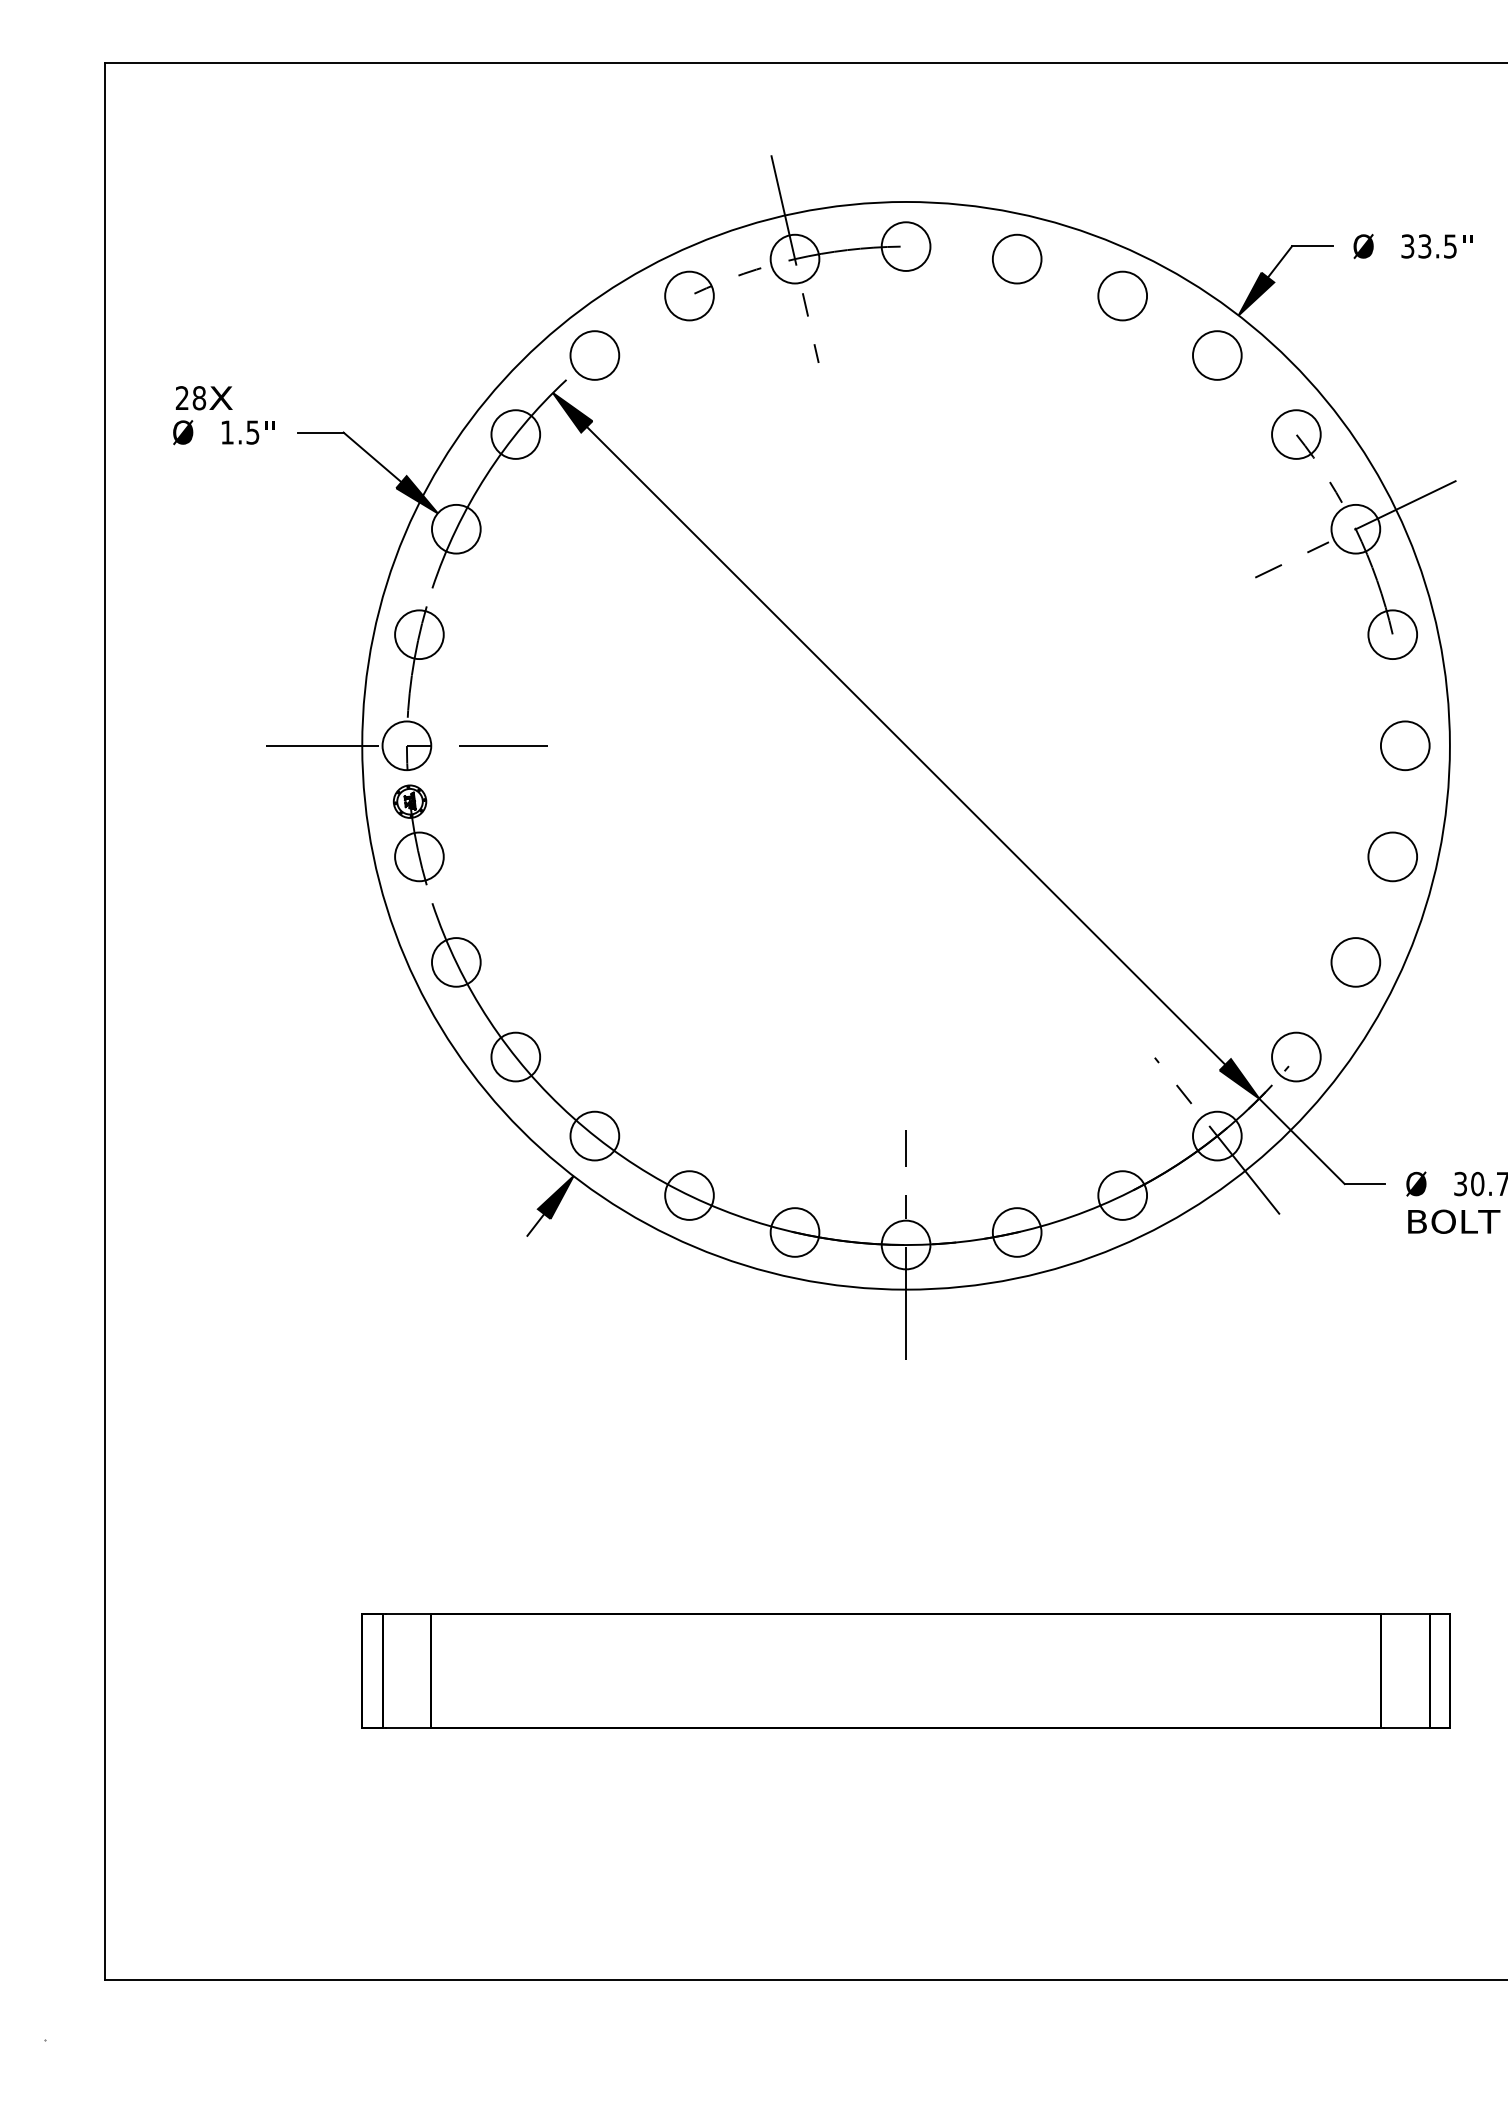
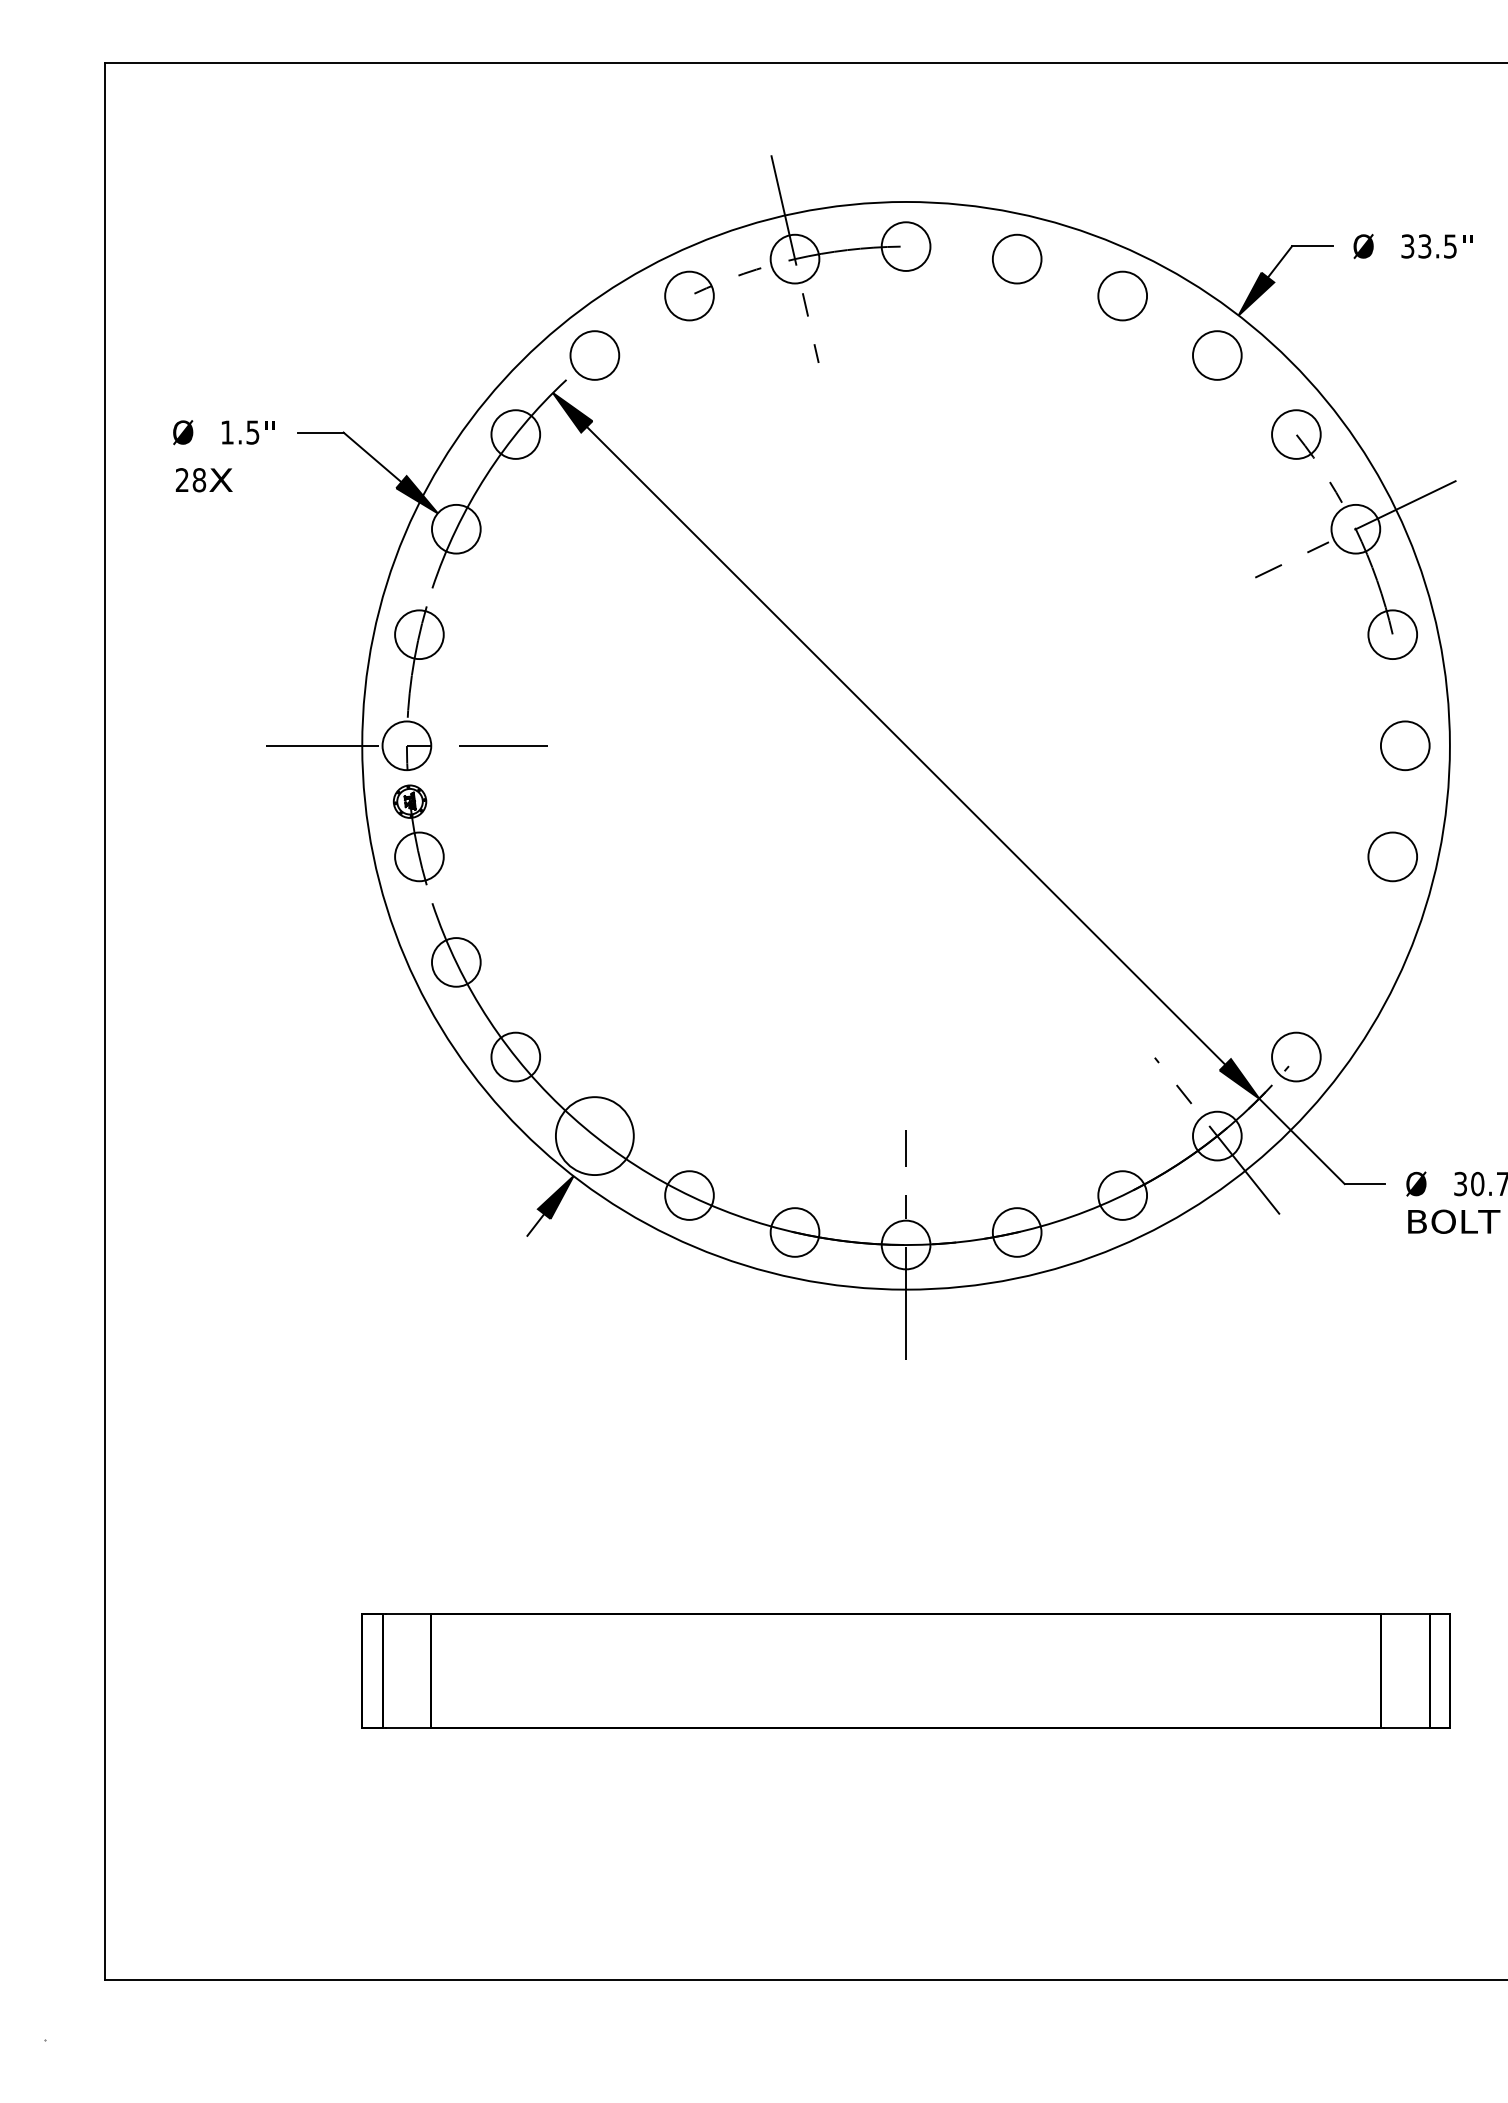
text at (203, 398) position: (203, 398) -> (203, 480)
circle at (1355, 962): present -> none
circle at (594, 1135) diameter: 49 px -> 78 px
